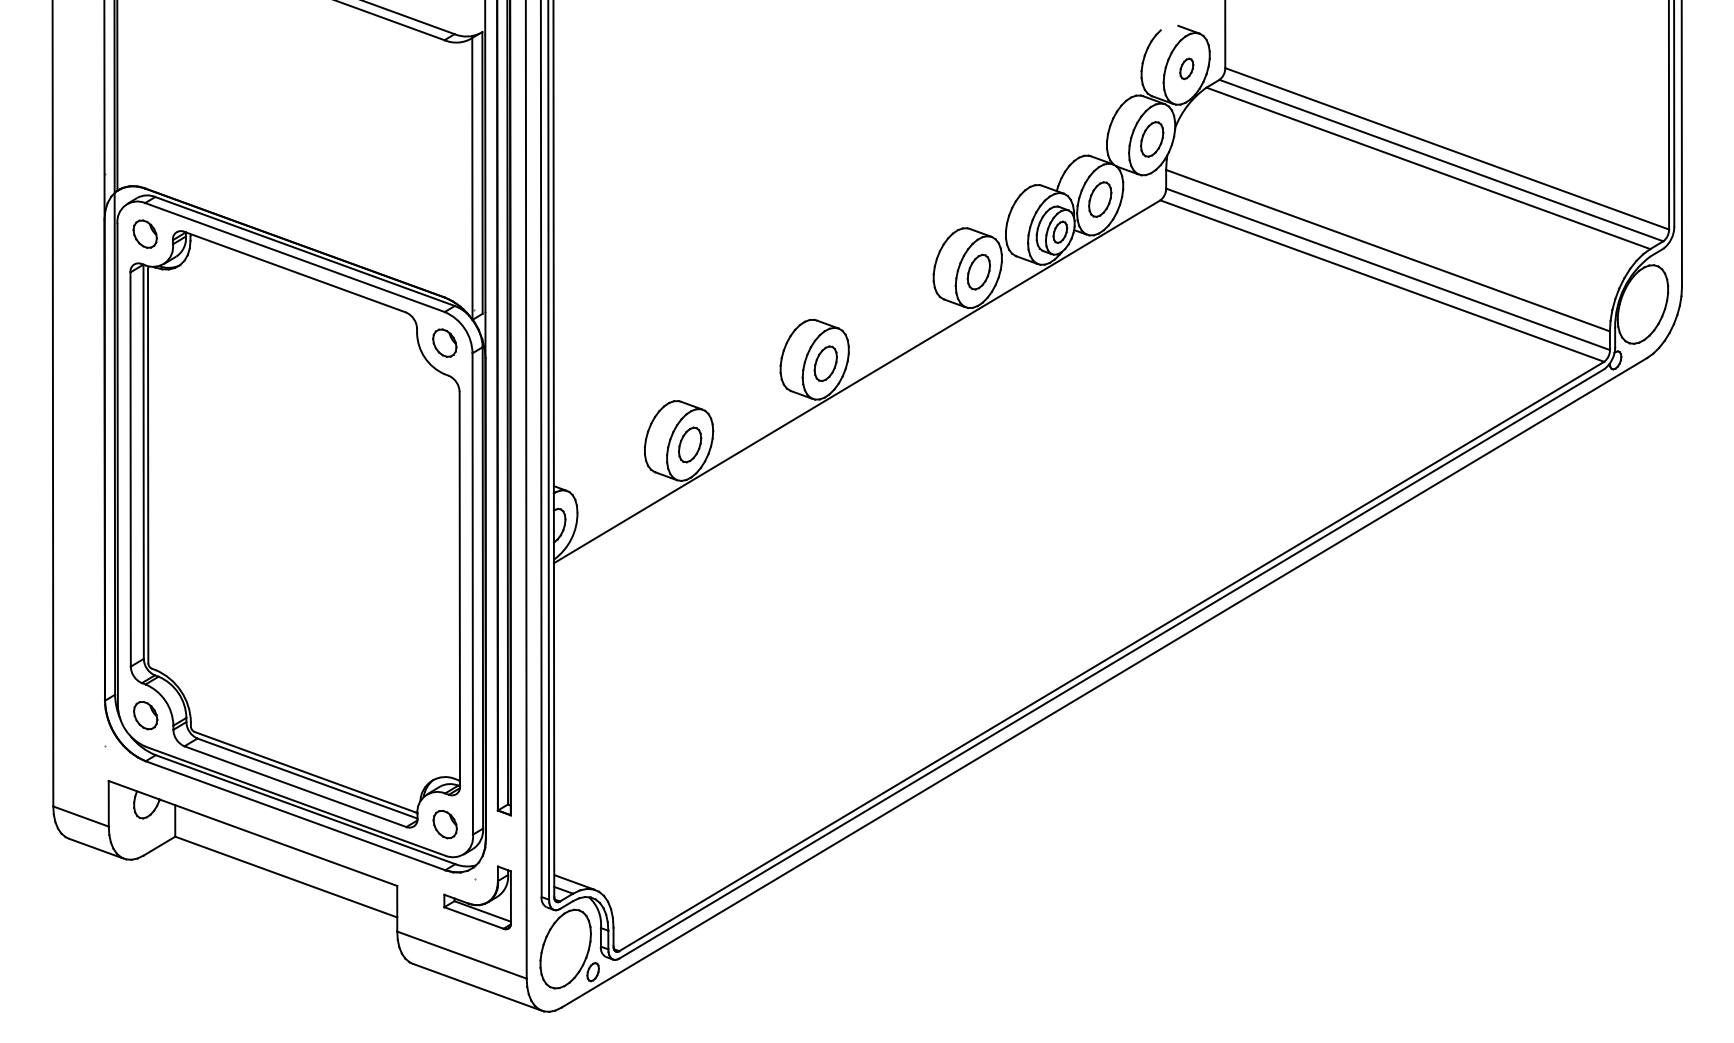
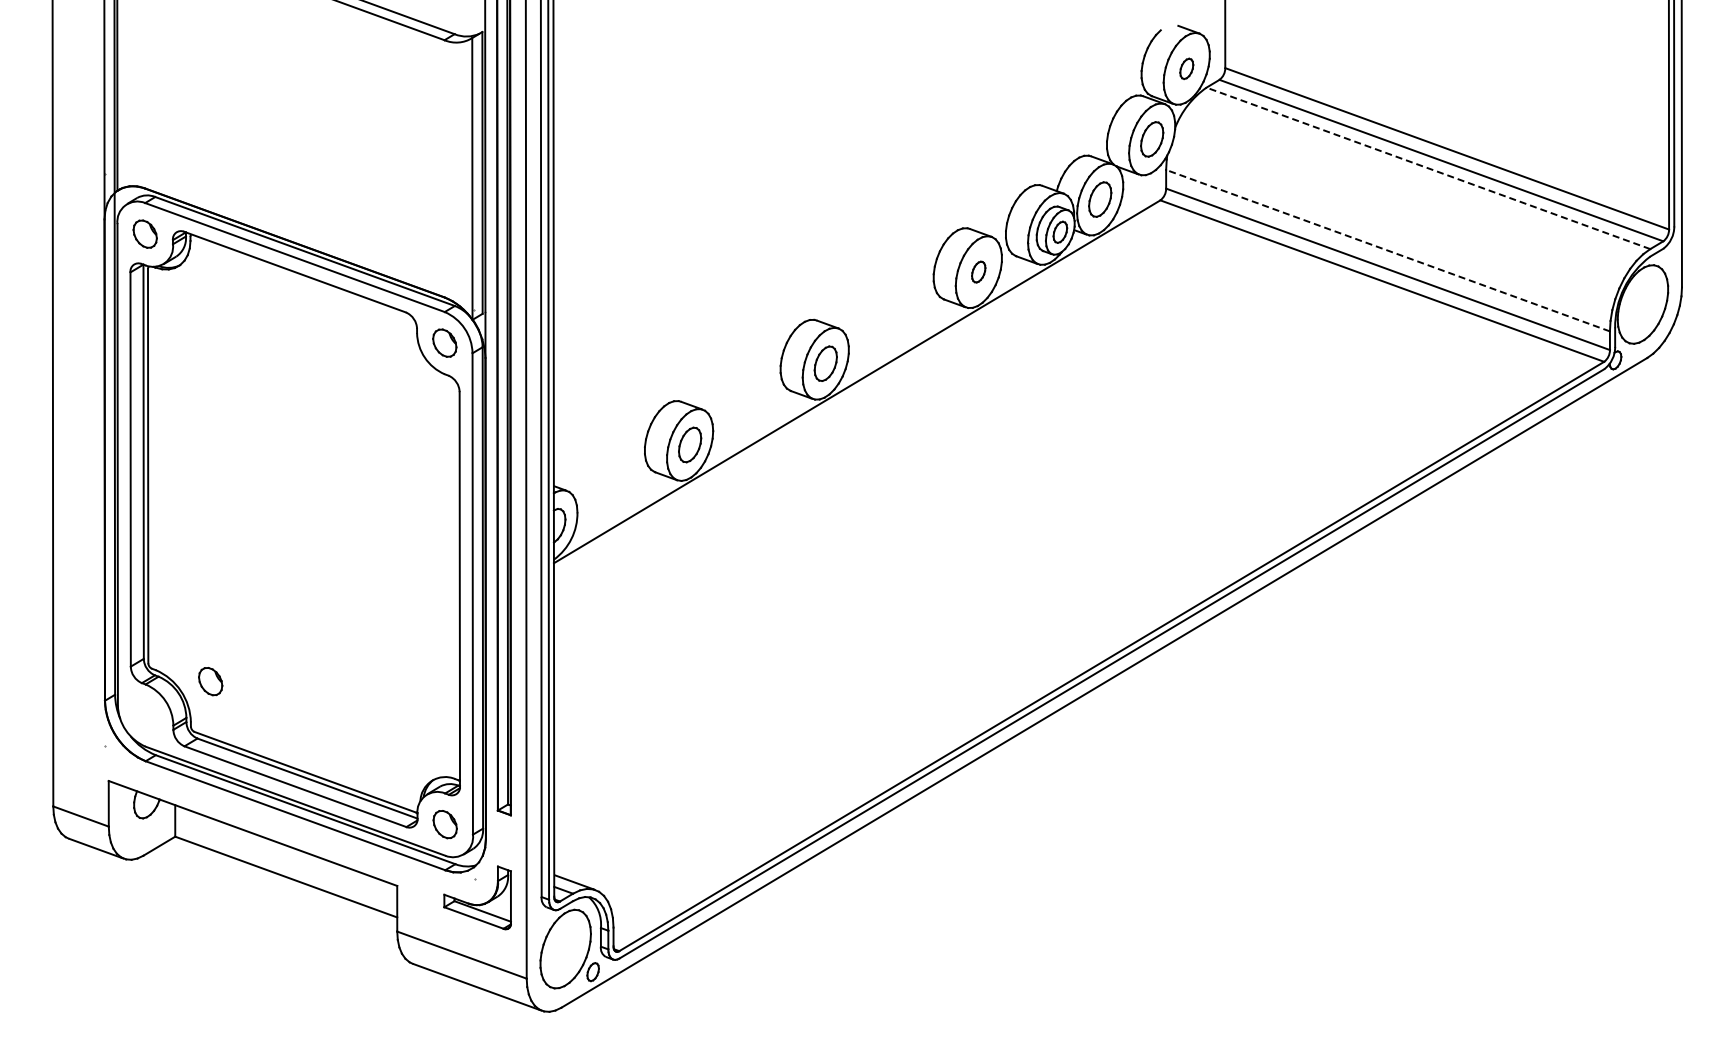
line at (1427, 168): solid -> dashed
line at (1387, 250): solid -> dashed
part at (978, 271) size: 25x38 px -> 16x24 px
part at (145, 715) position: (145, 715) -> (210, 681)
